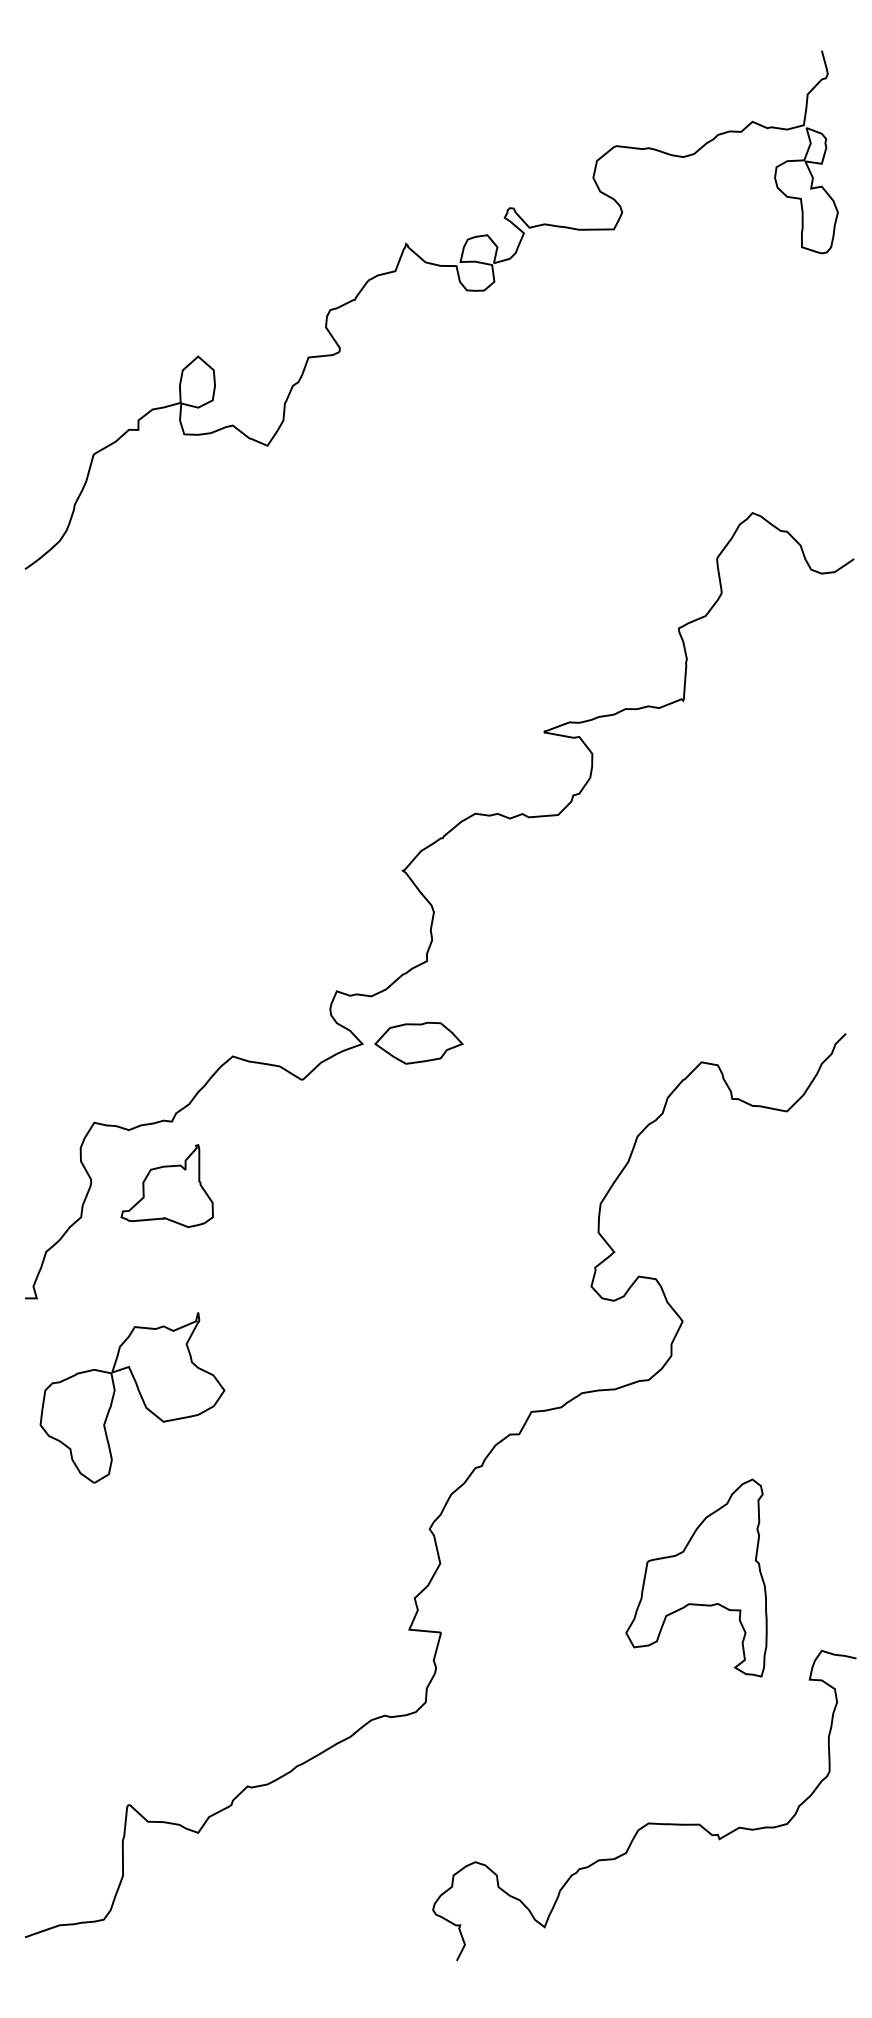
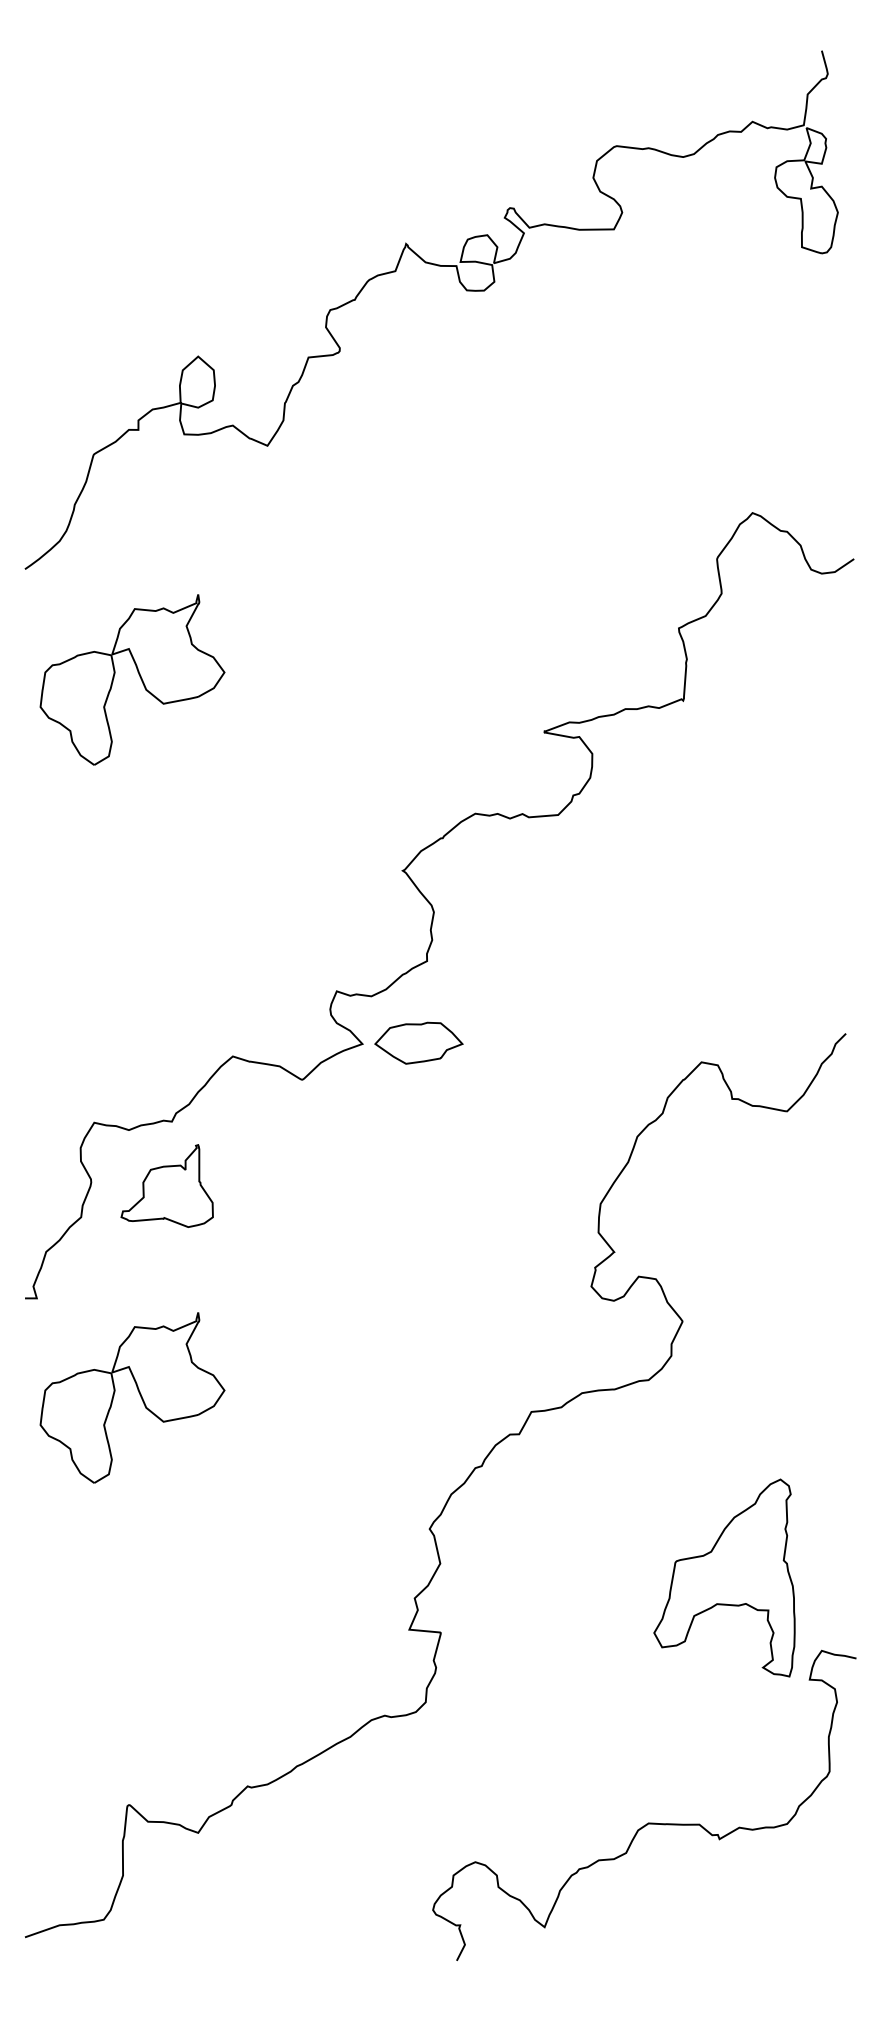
part at (139, 676): none -> present
part at (696, 1577) position: (696, 1577) -> (724, 1577)
